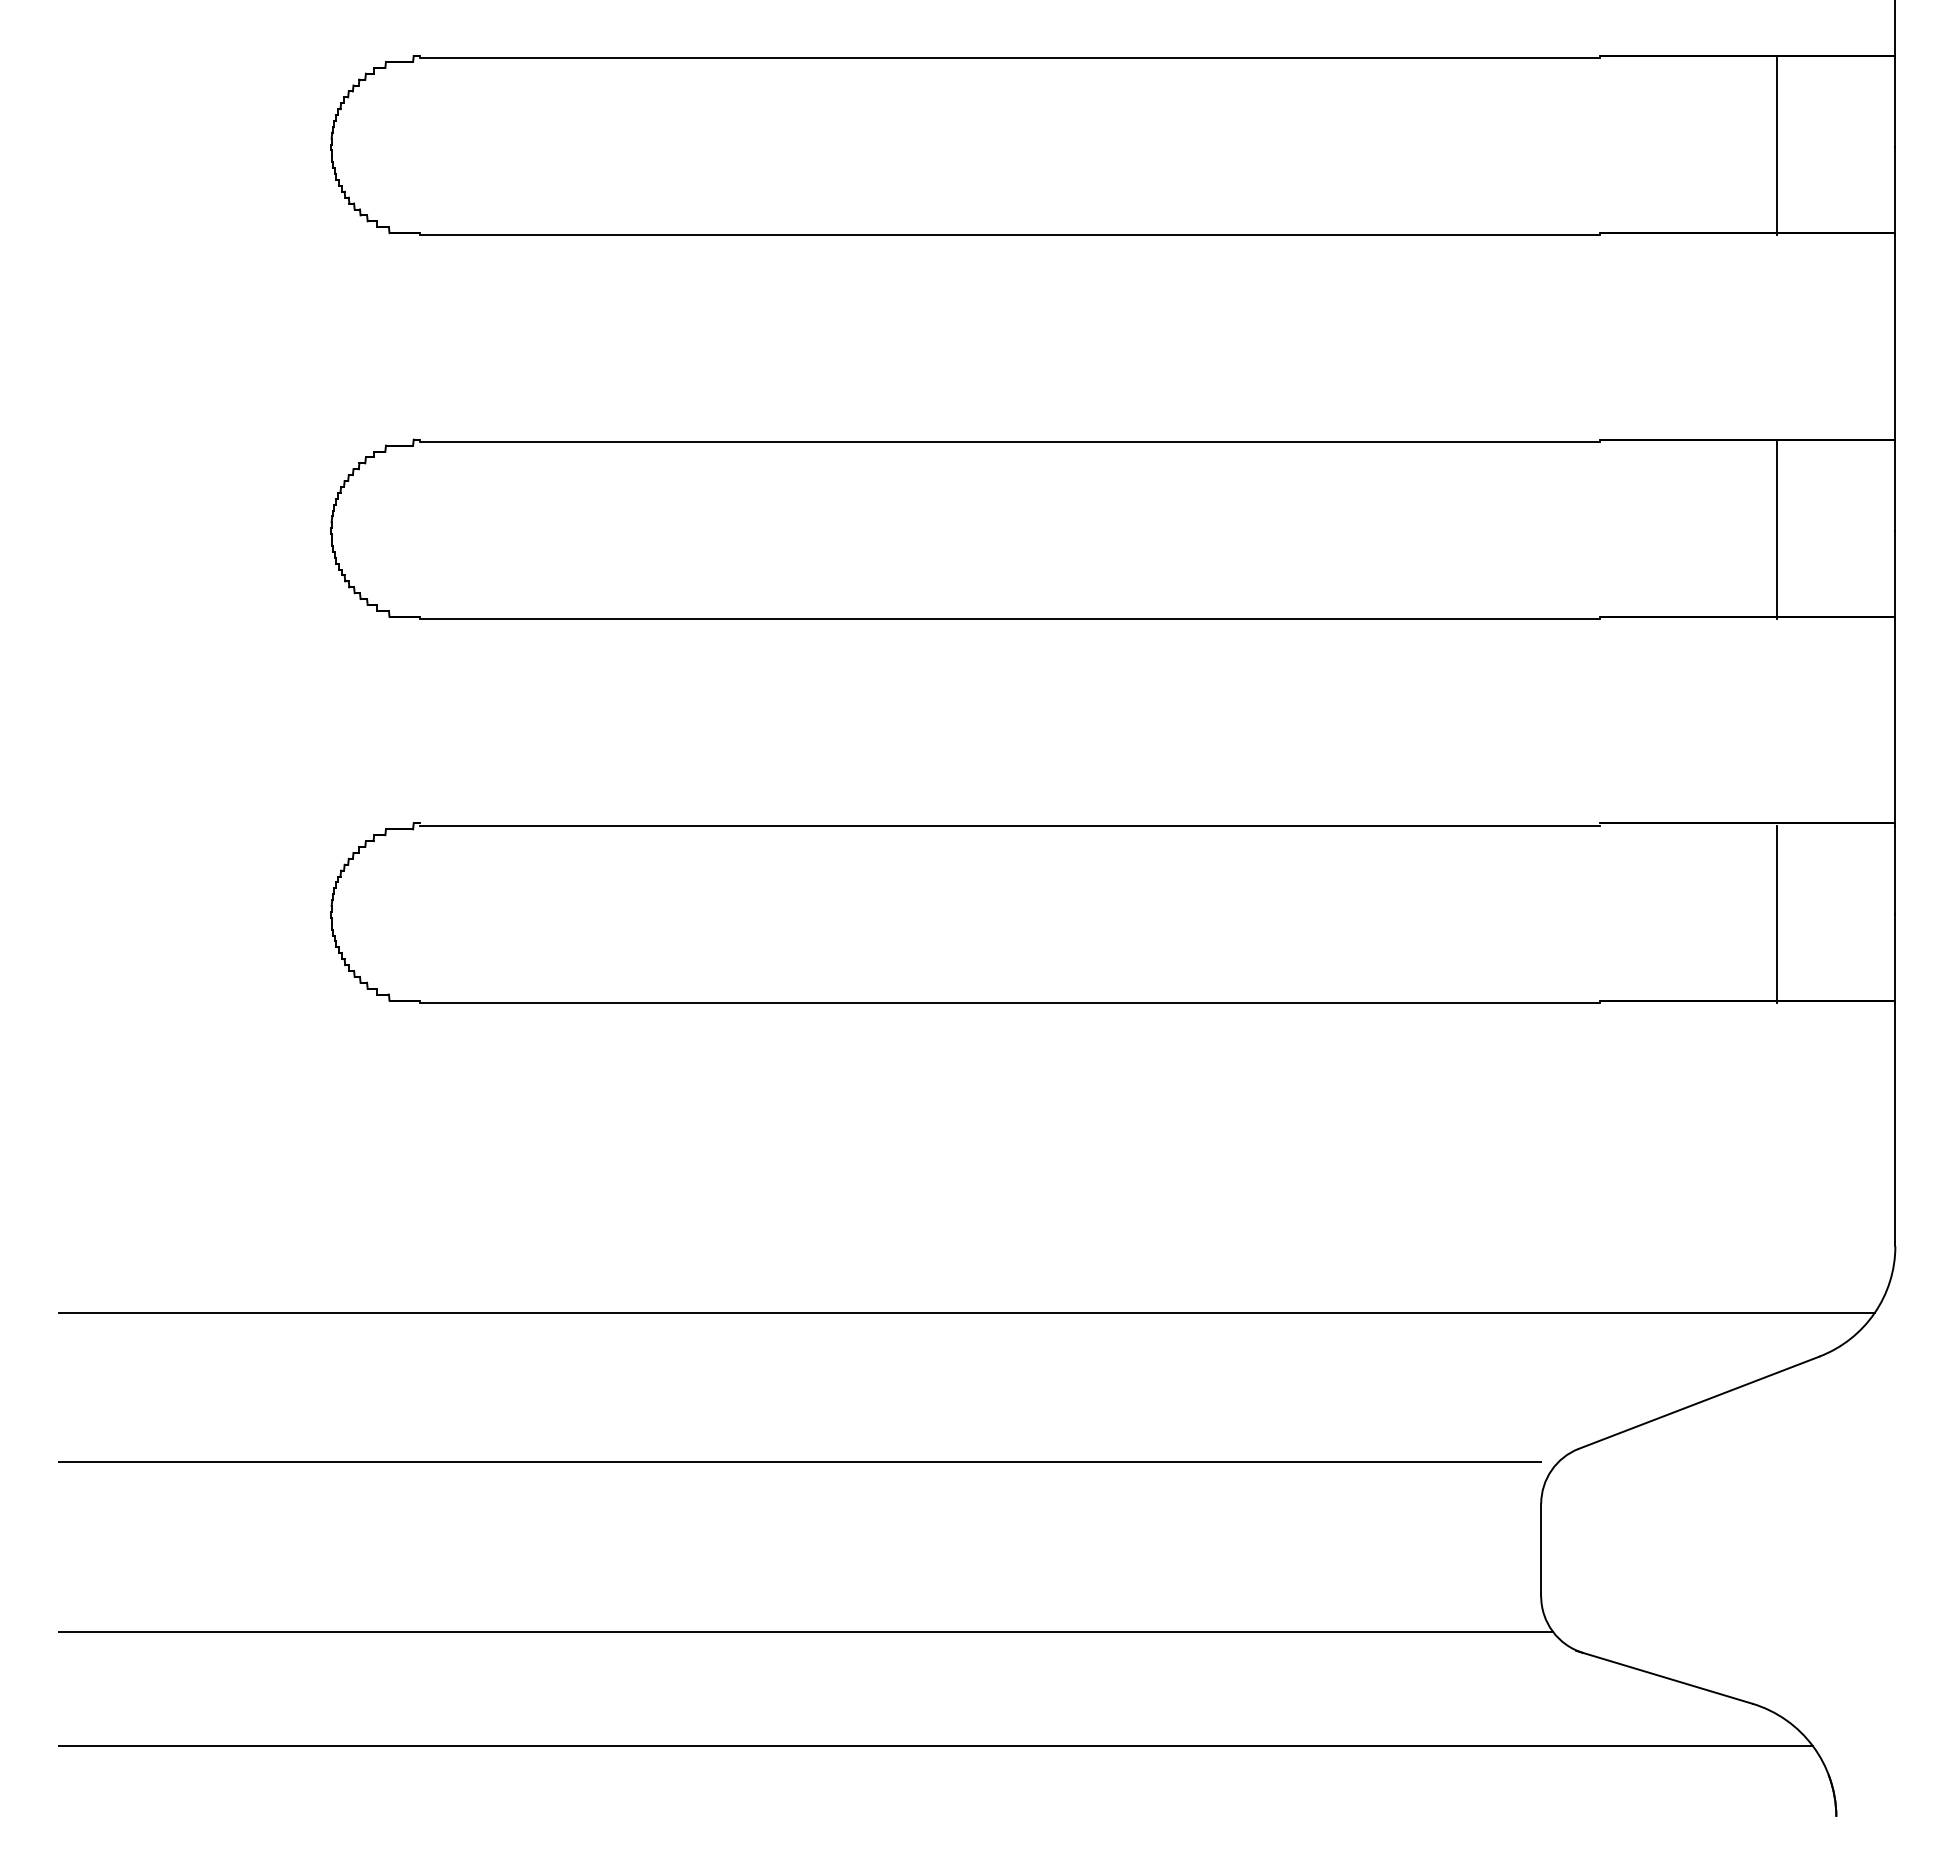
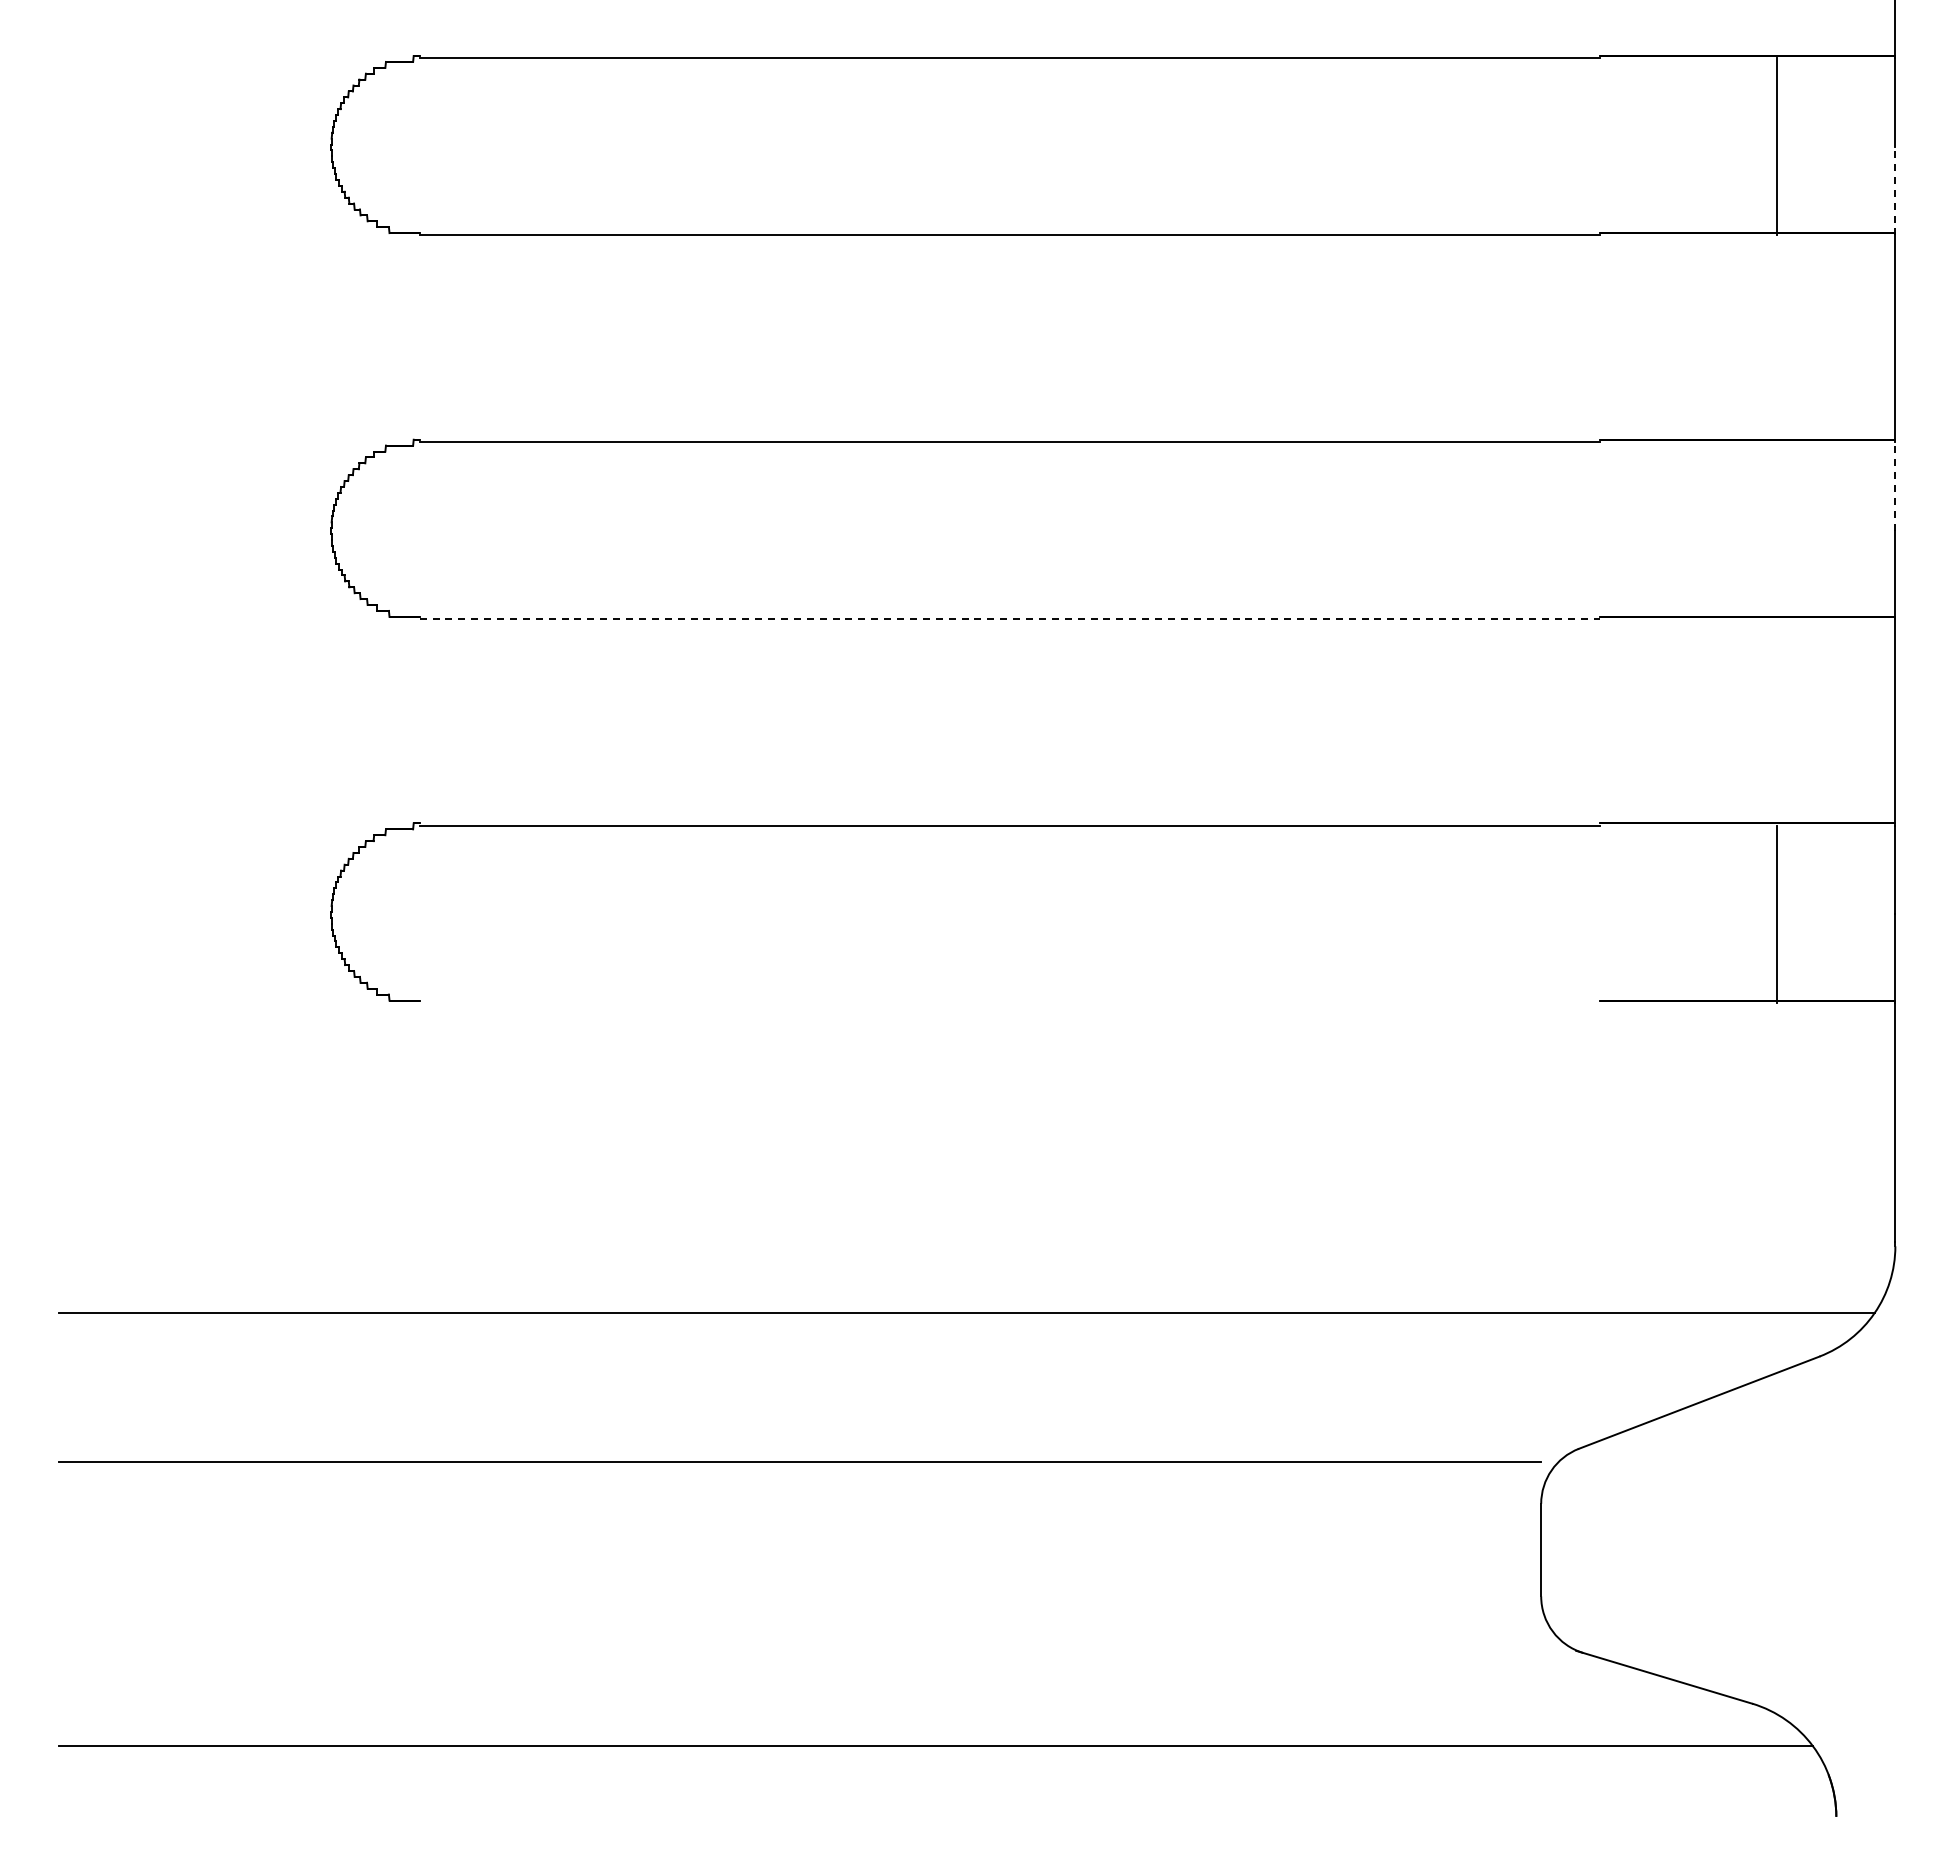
line at (1895, 190): solid -> dashed
line at (1895, 485): solid -> dashed
line at (1777, 530): present -> none
line at (1010, 619): solid -> dashed
line at (1009, 1002): present -> none
line at (805, 1631): present -> none
